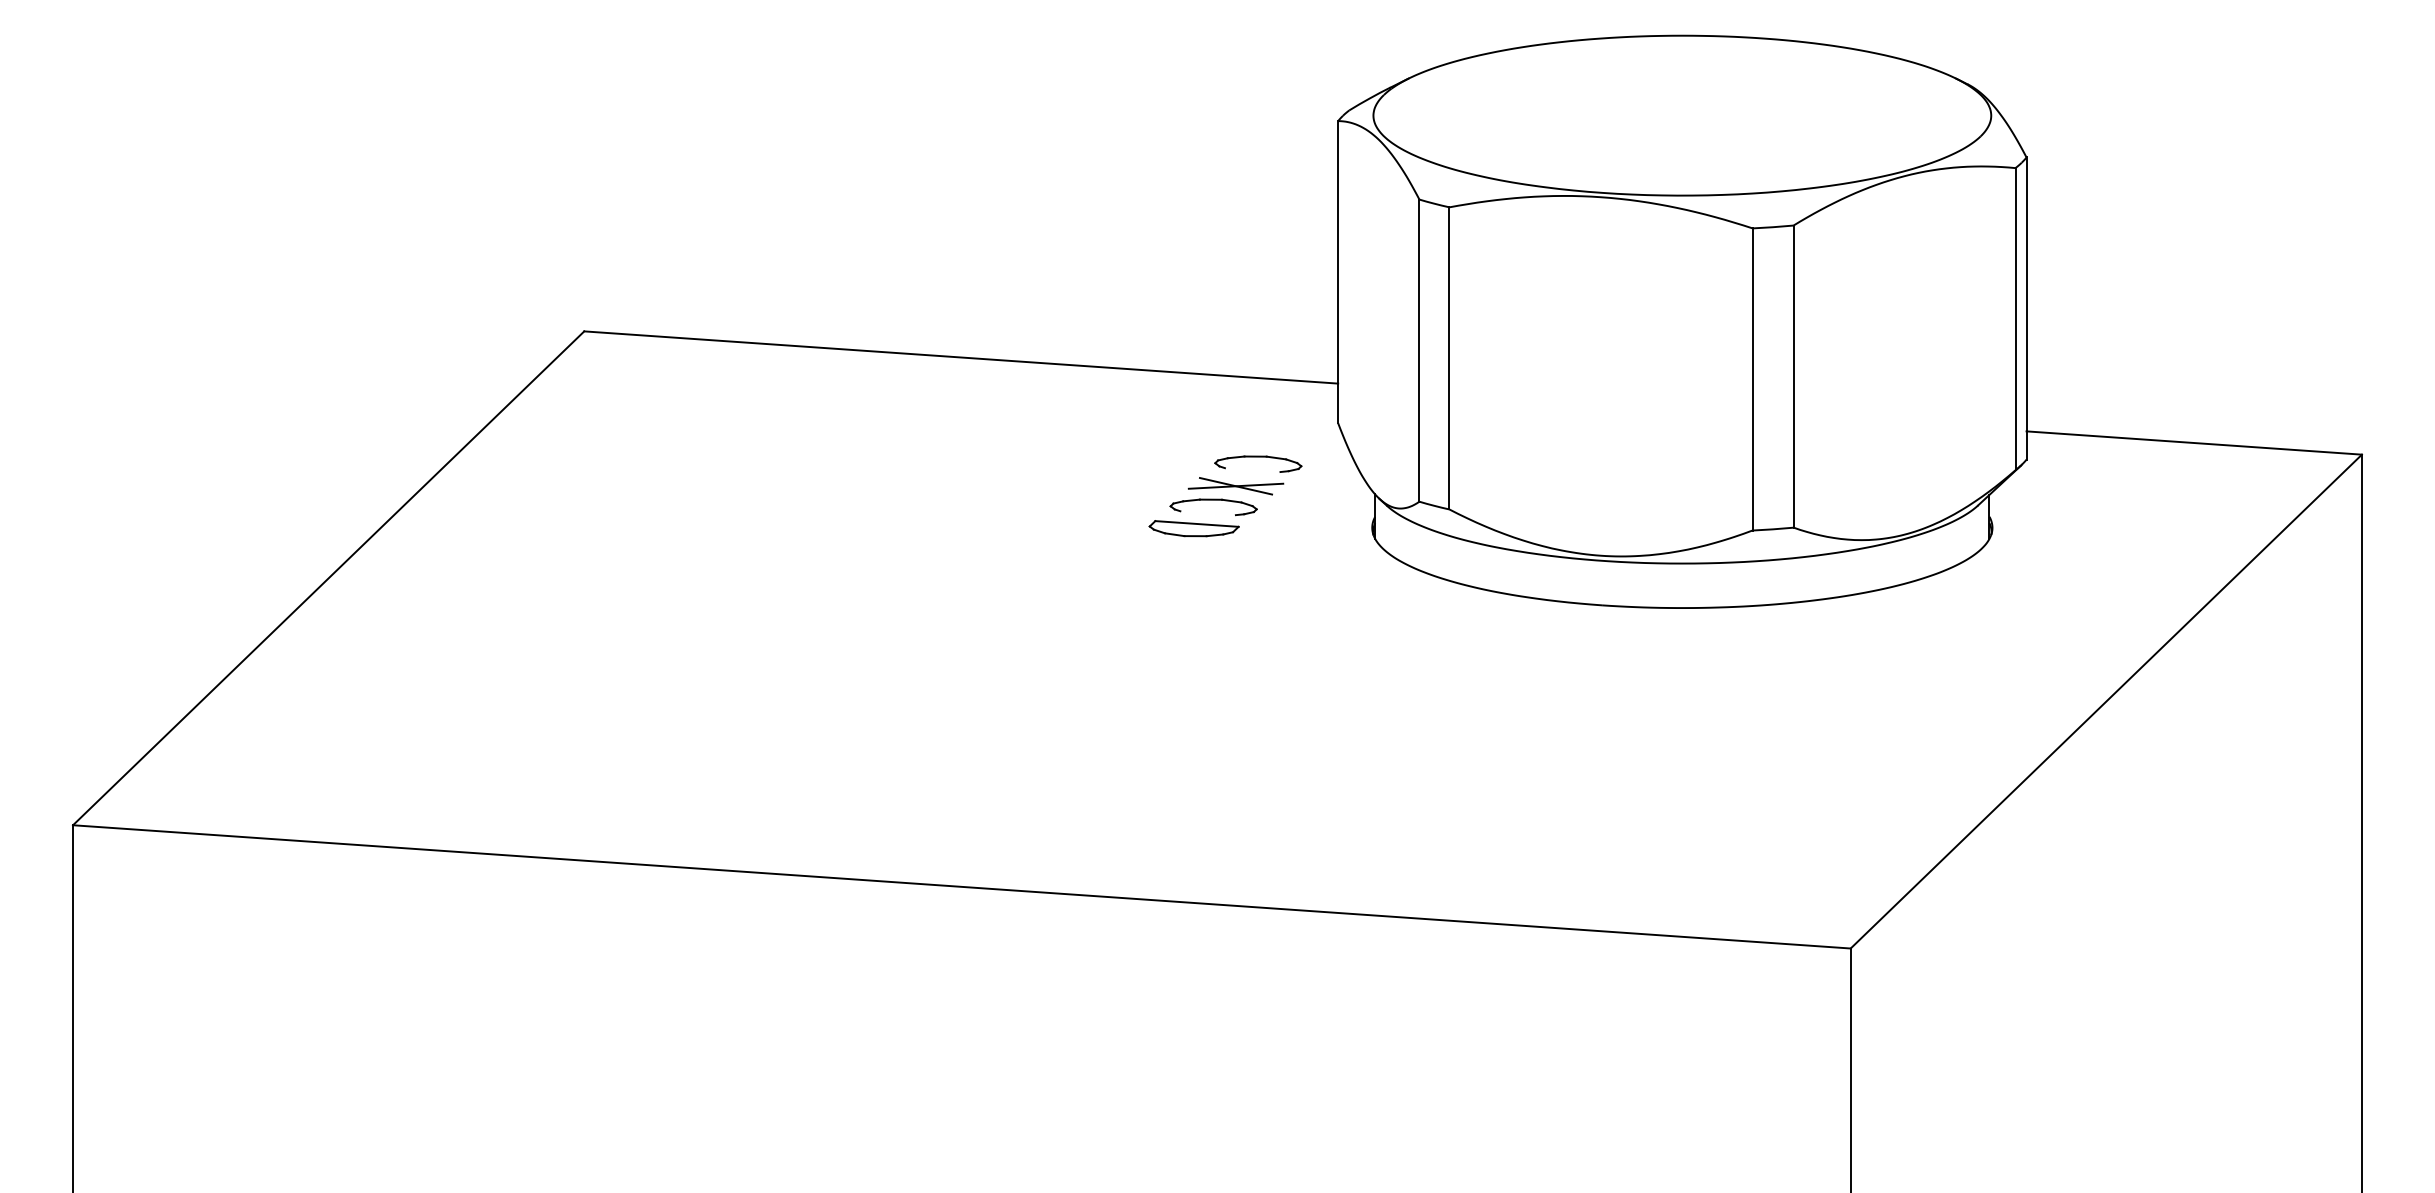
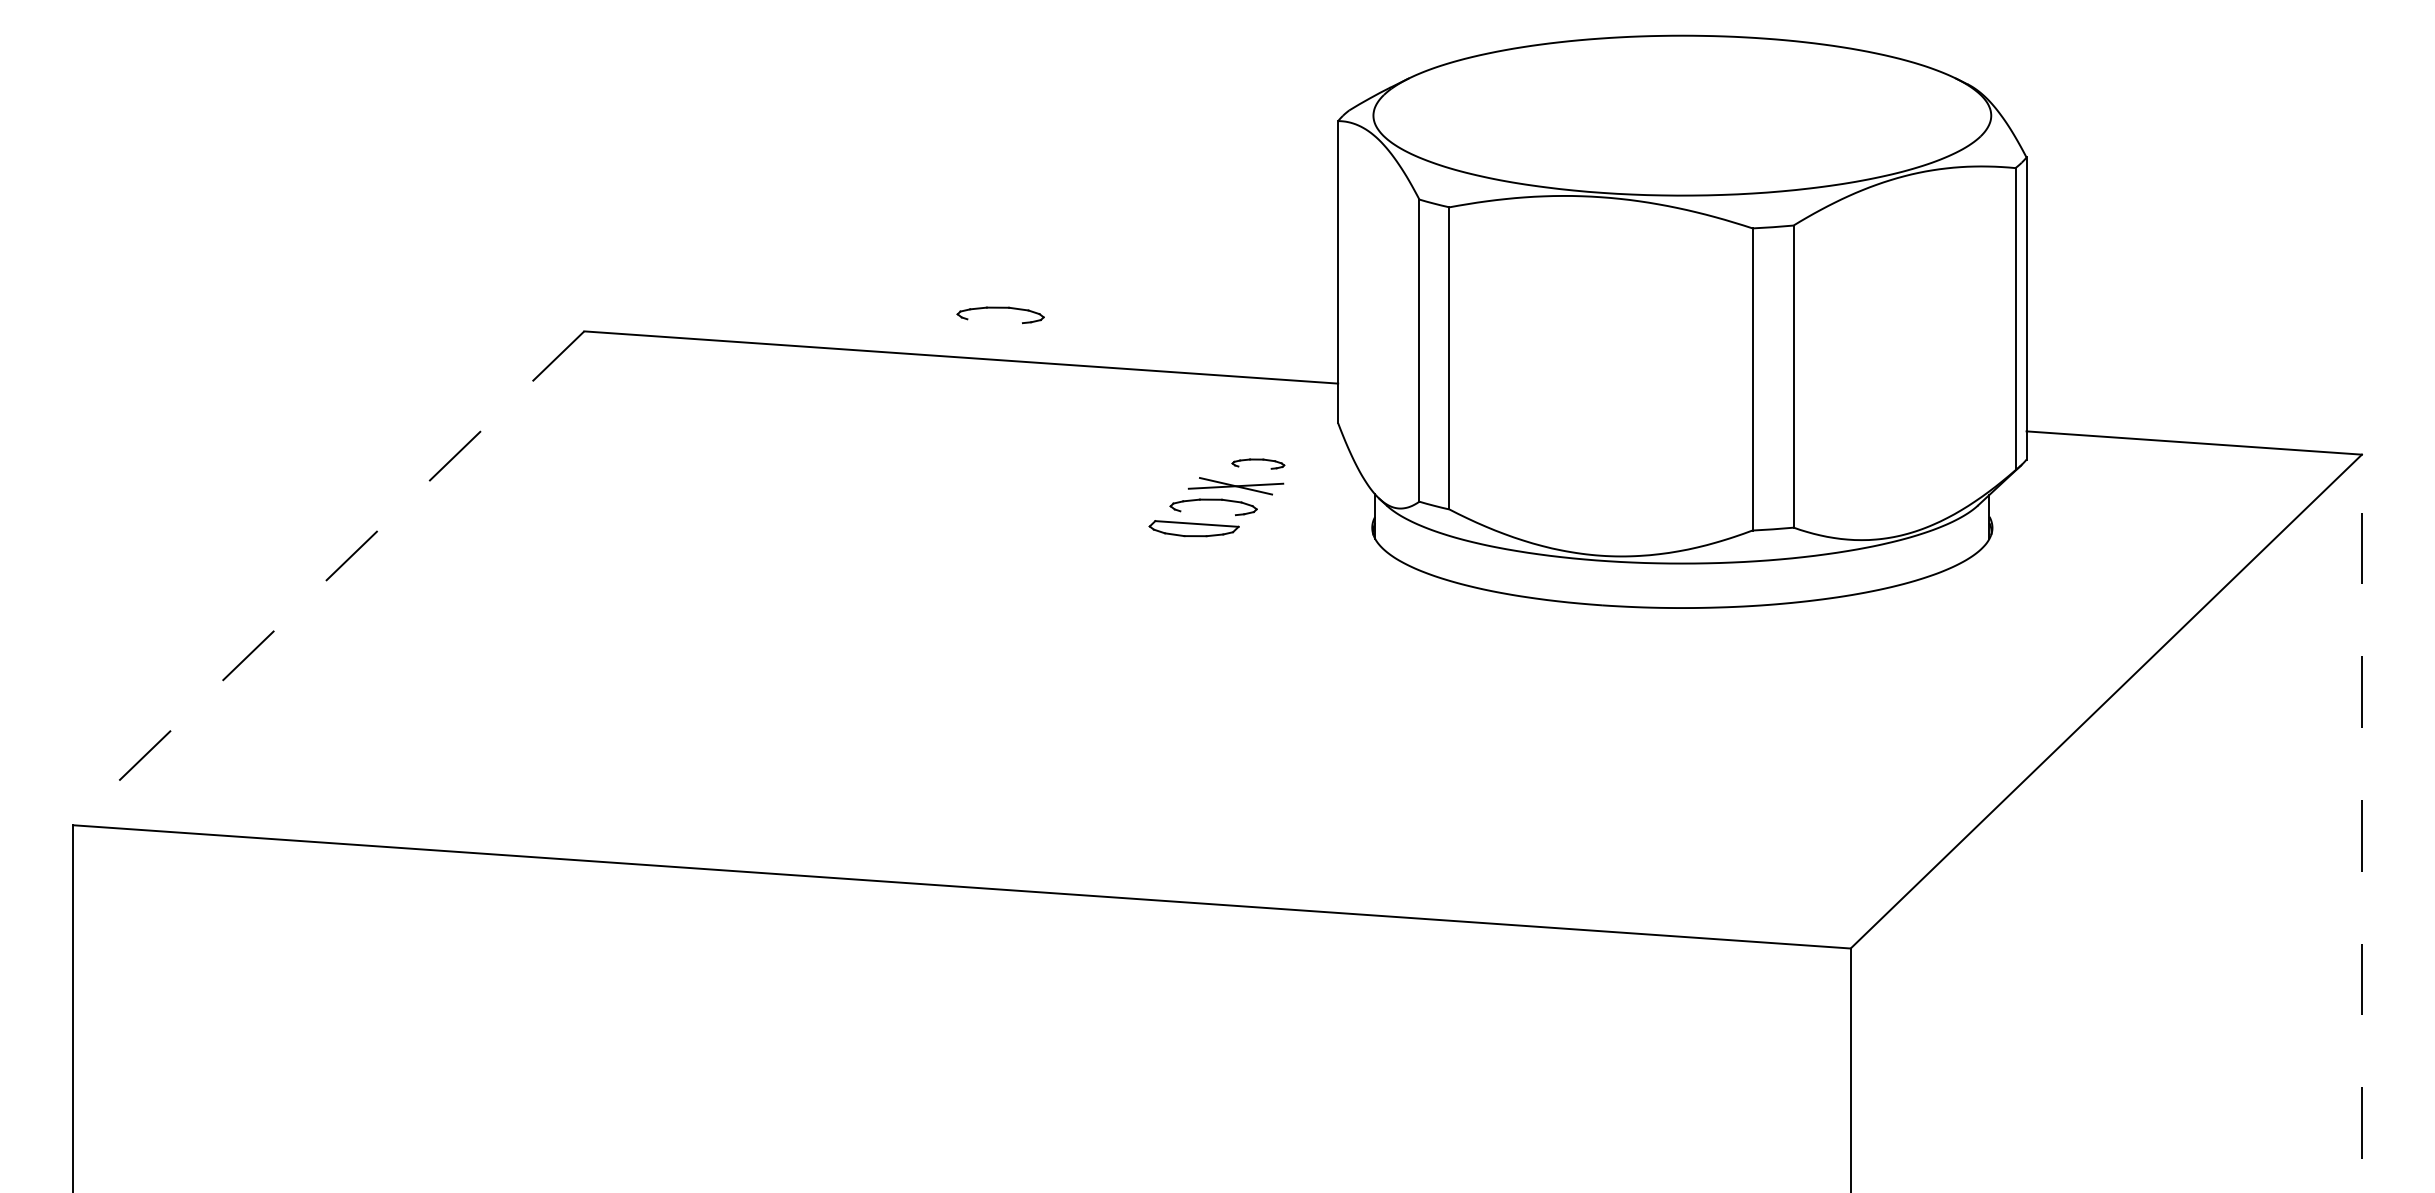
part at (1000, 308): none -> present
part at (1258, 463) size: 89x18 px -> 55x12 px
line at (328, 578): solid -> dashed
line at (2361, 823): solid -> dashed
